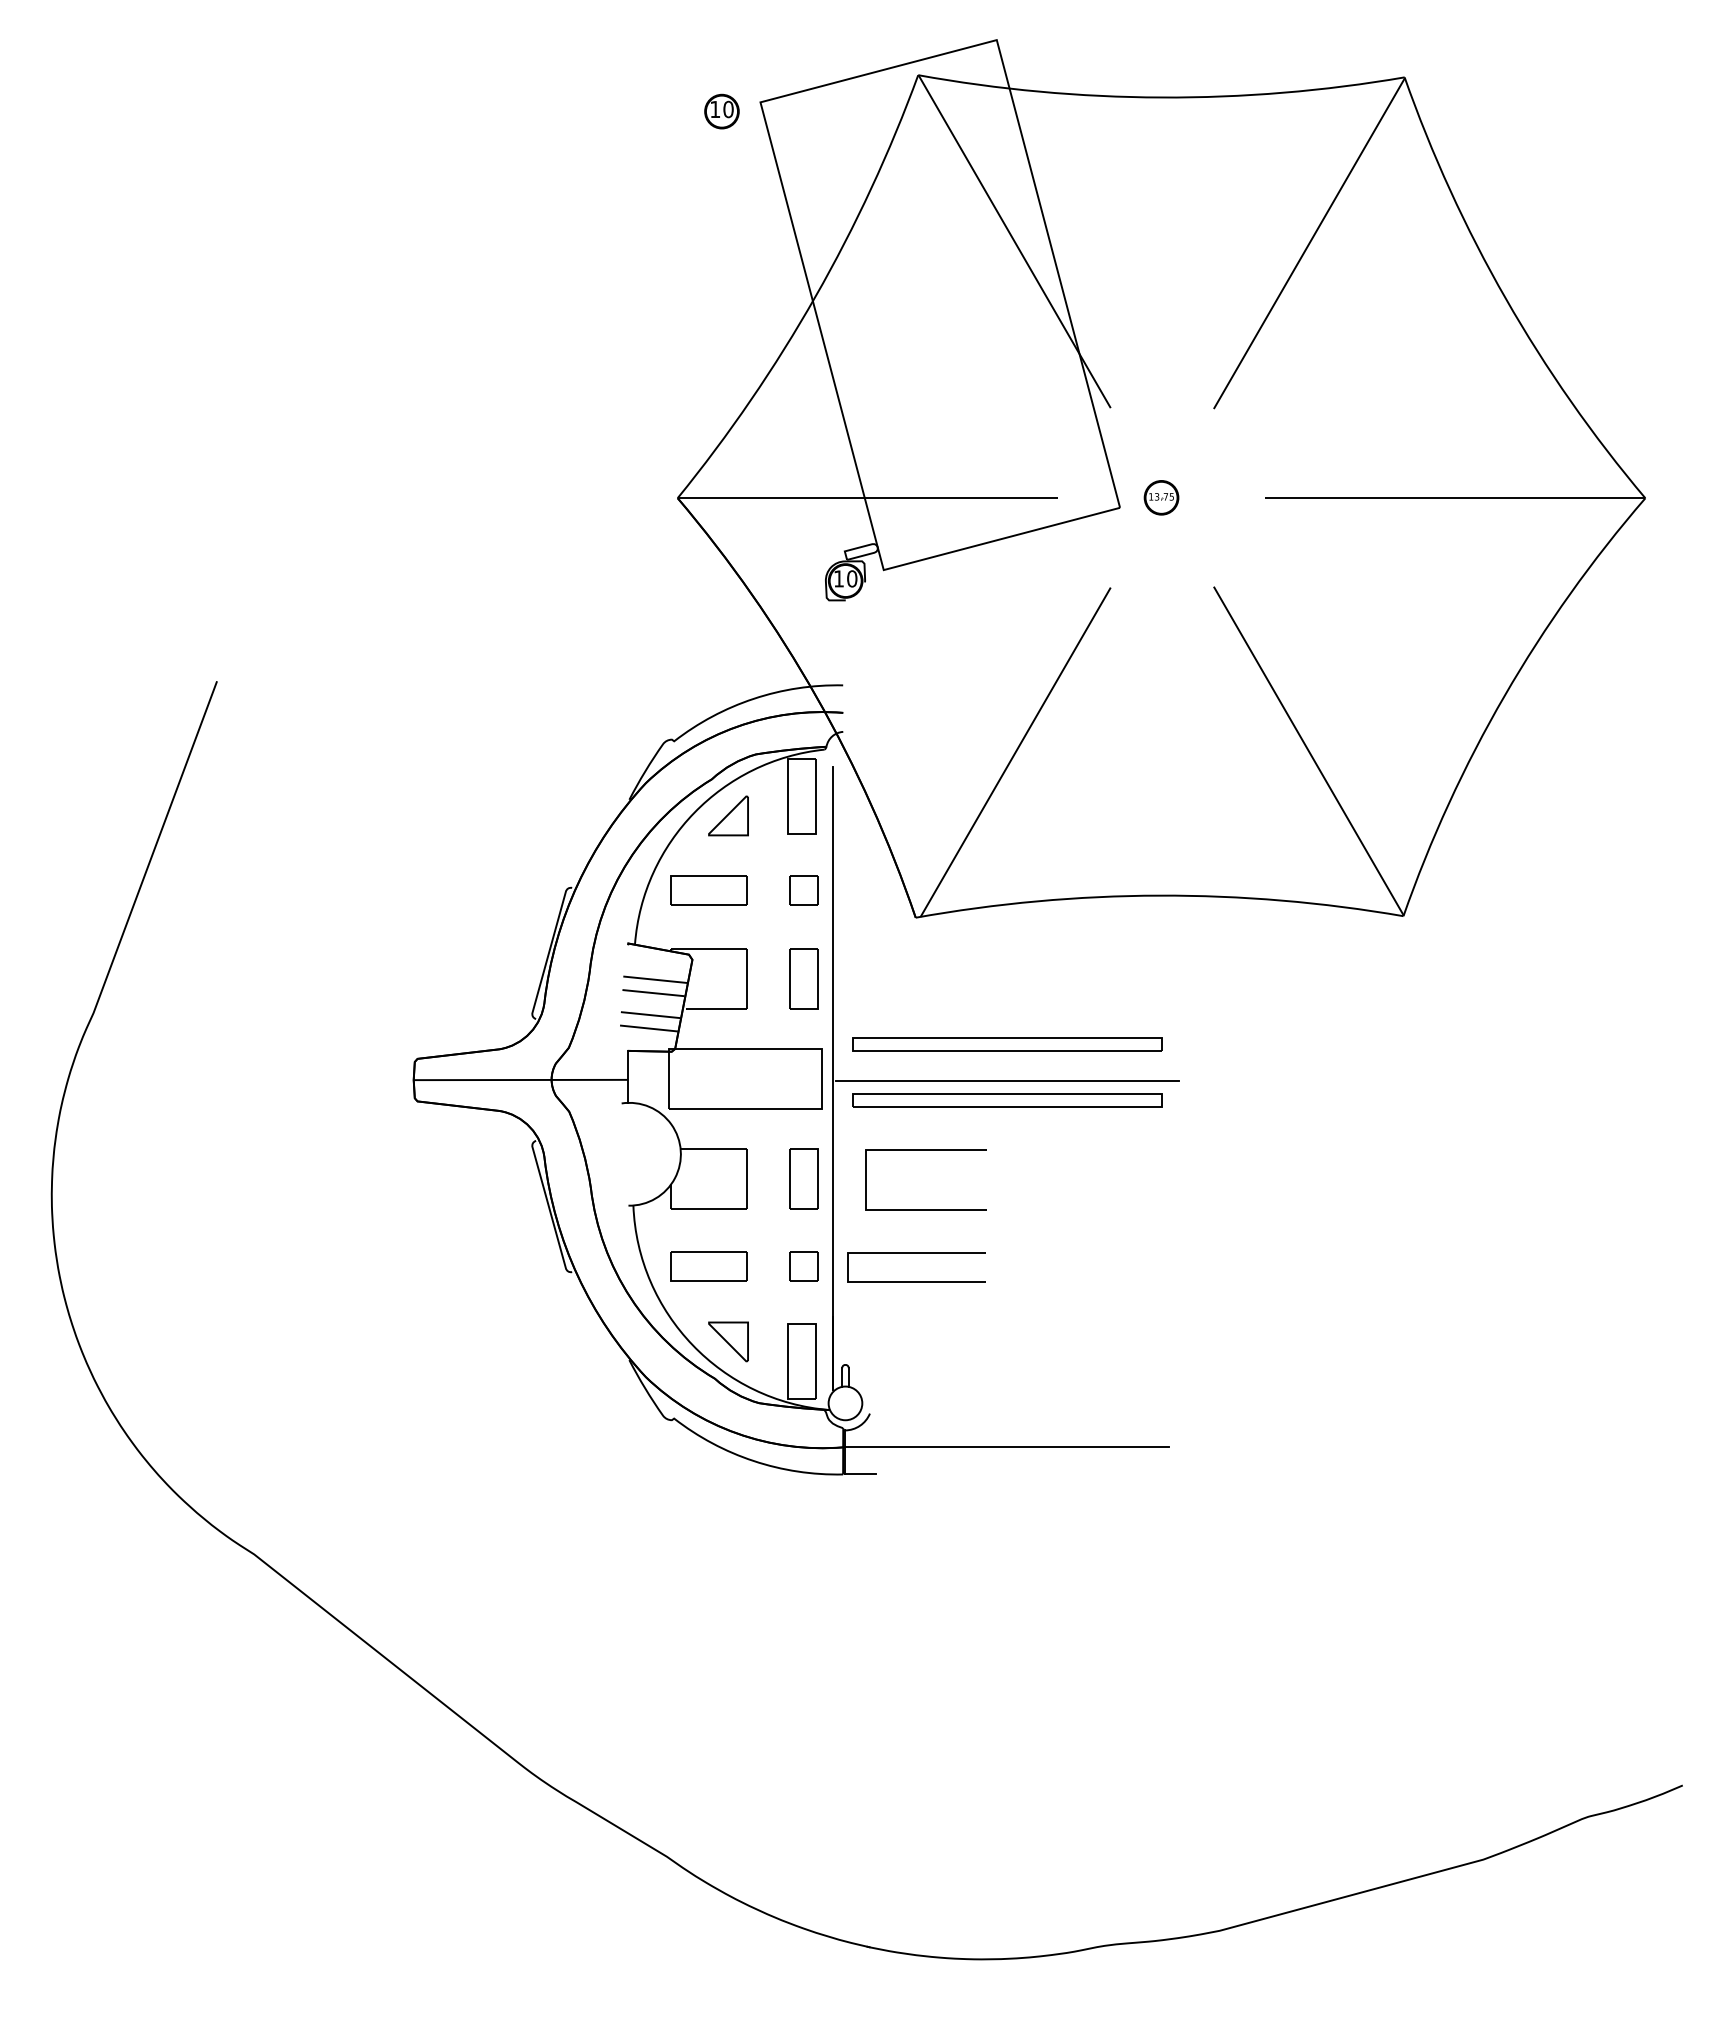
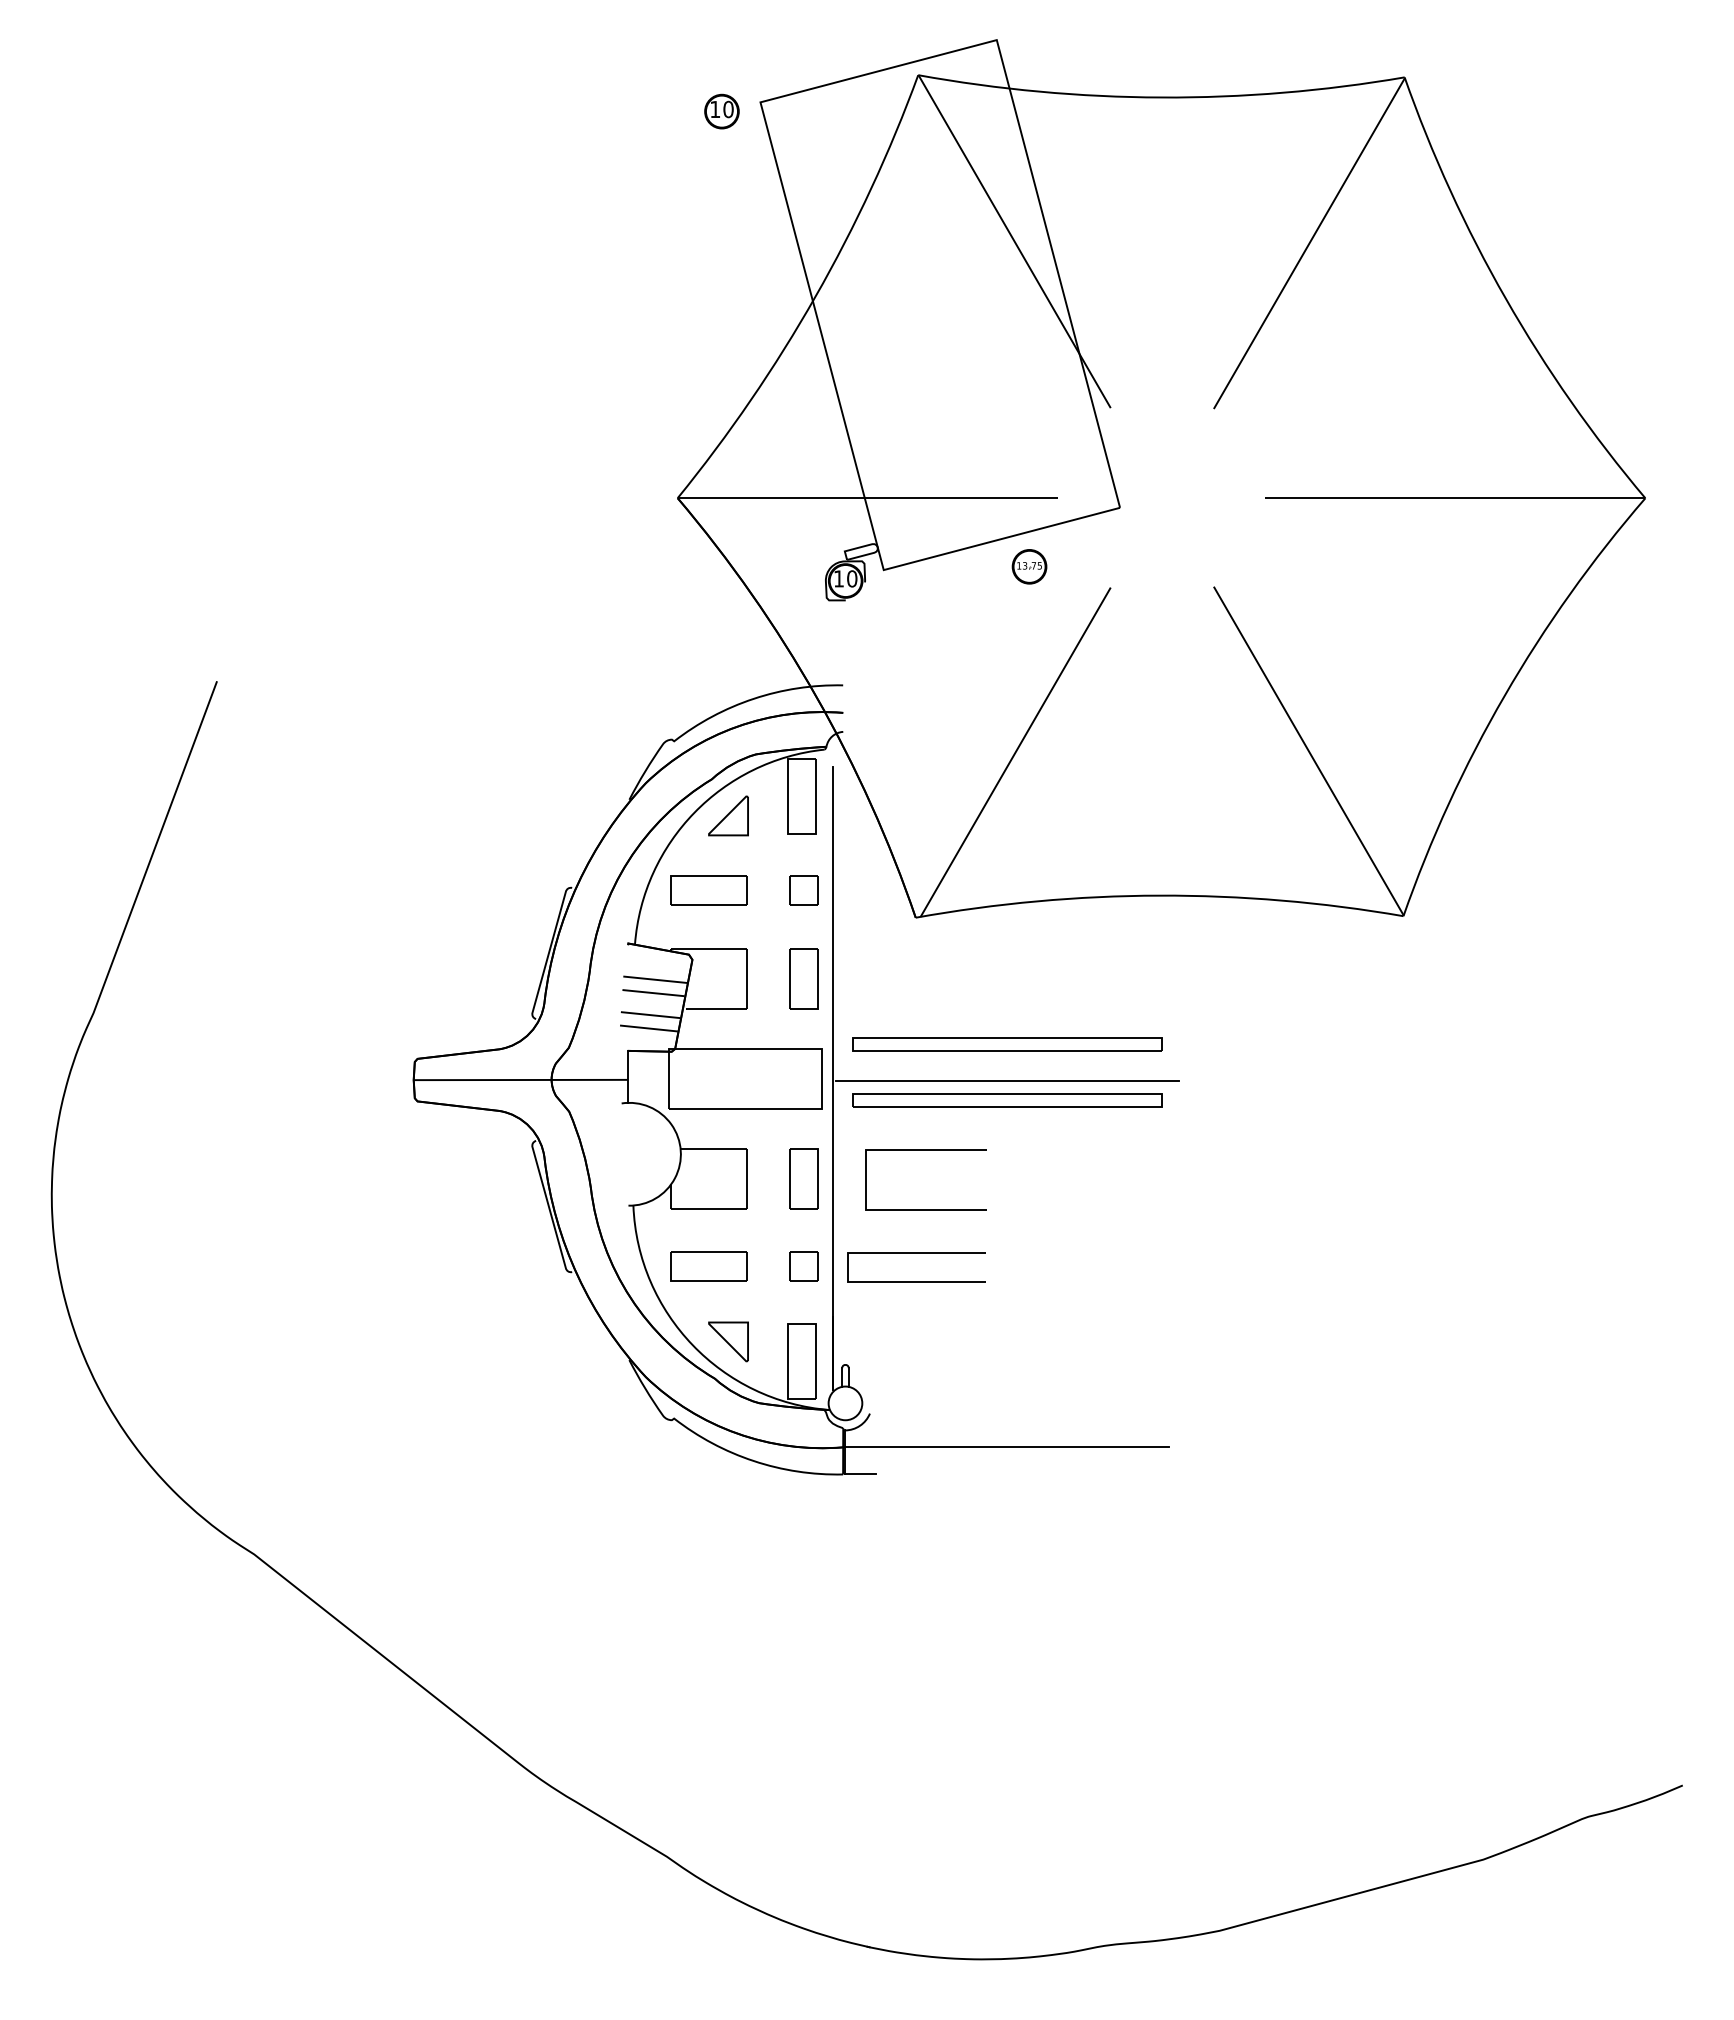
part at (1161, 497) position: (1161, 497) -> (1029, 566)
